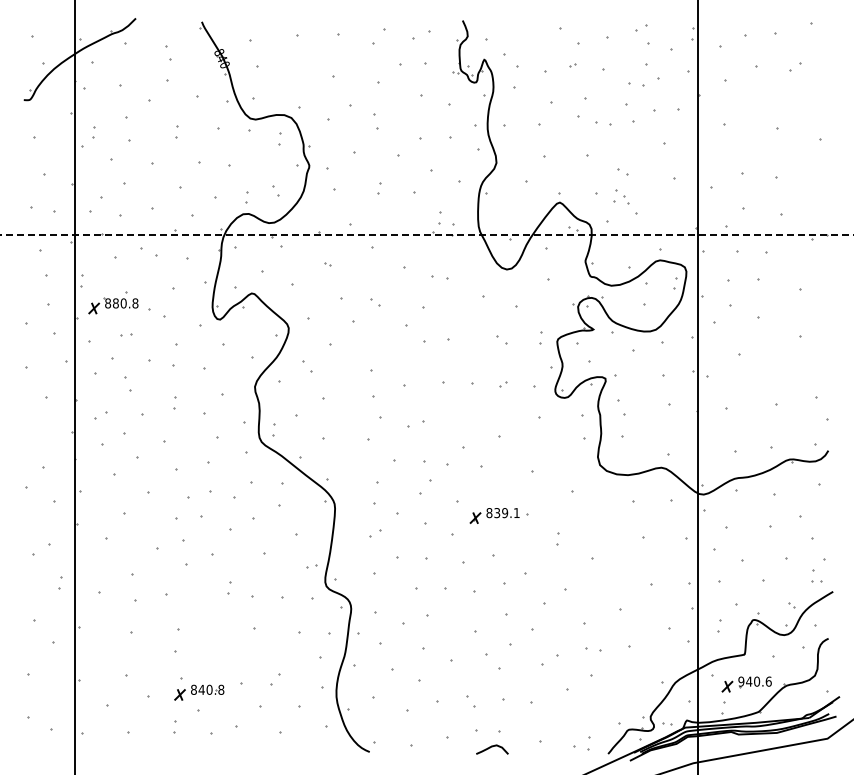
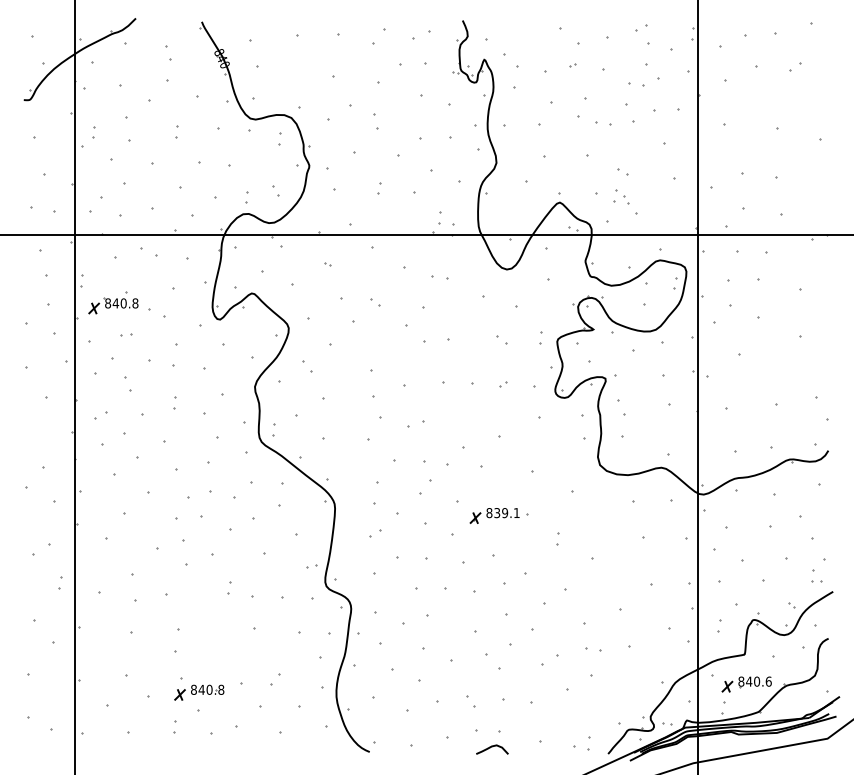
line at (427, 235): dashed -> solid
text at (115, 303): 880.8 -> 840.8
text at (741, 681): 940.6 -> 840.6
